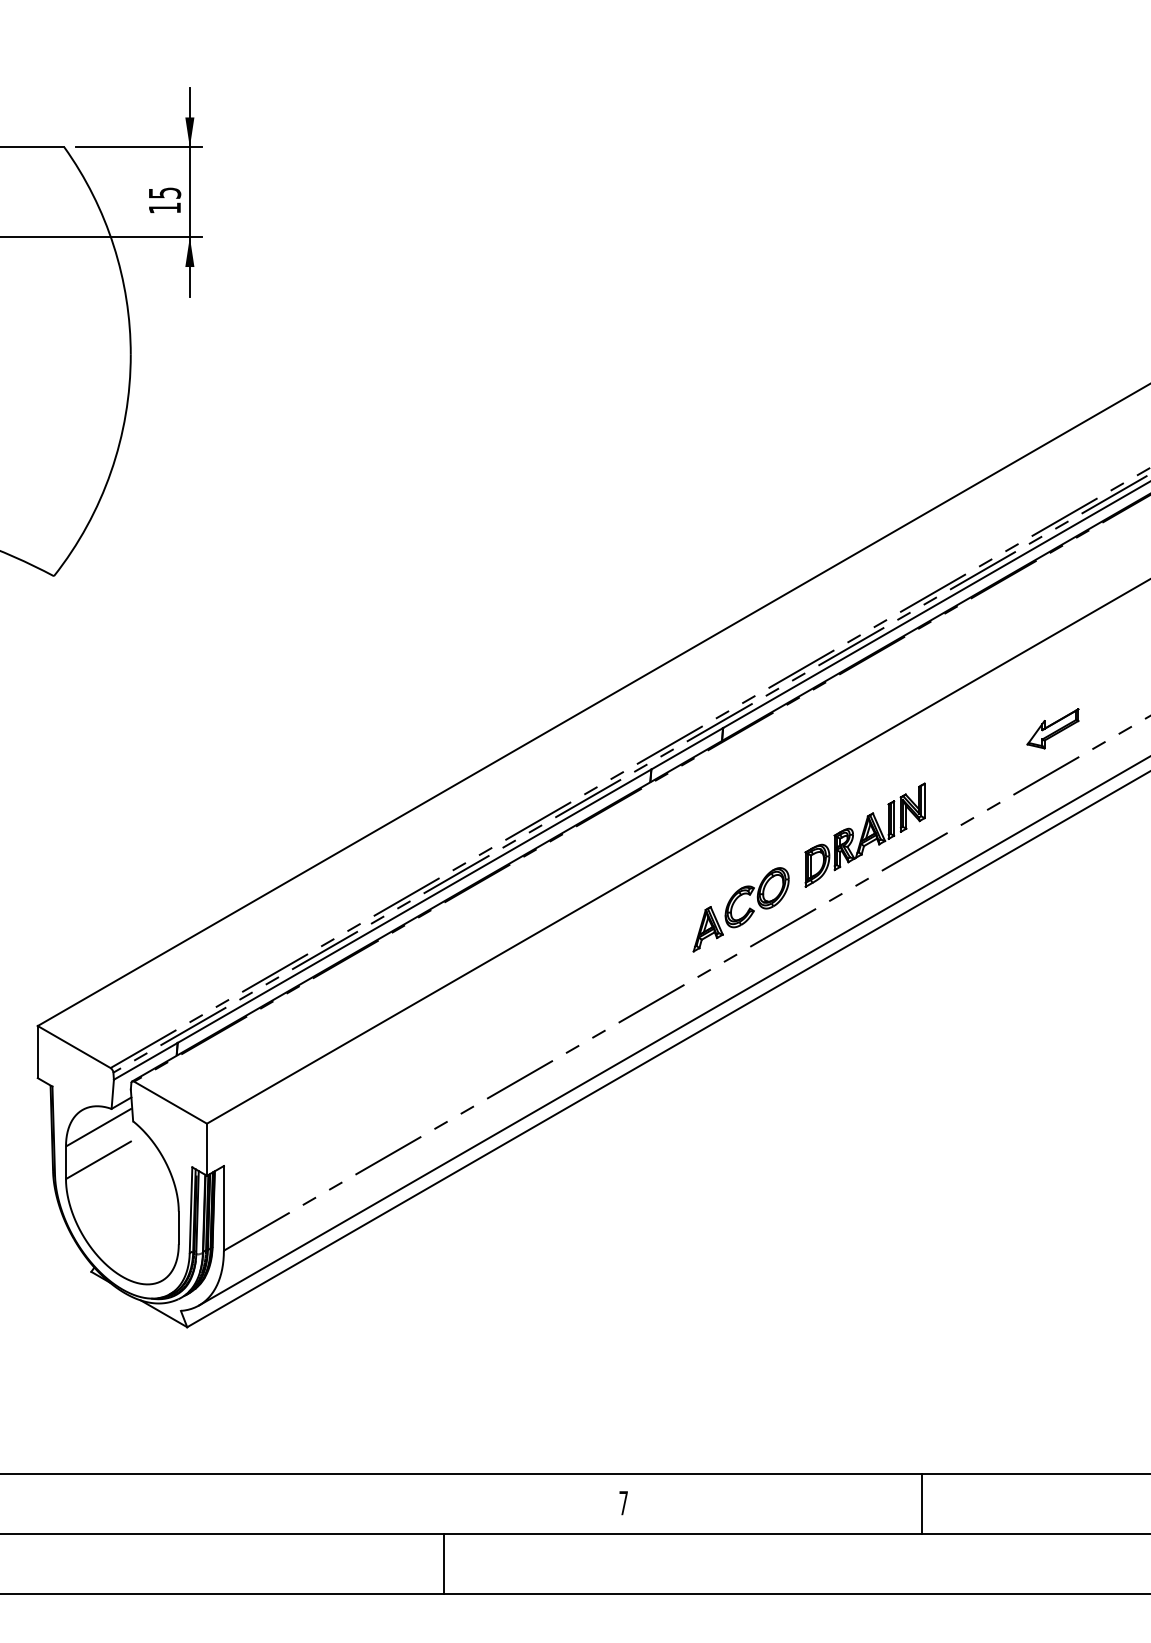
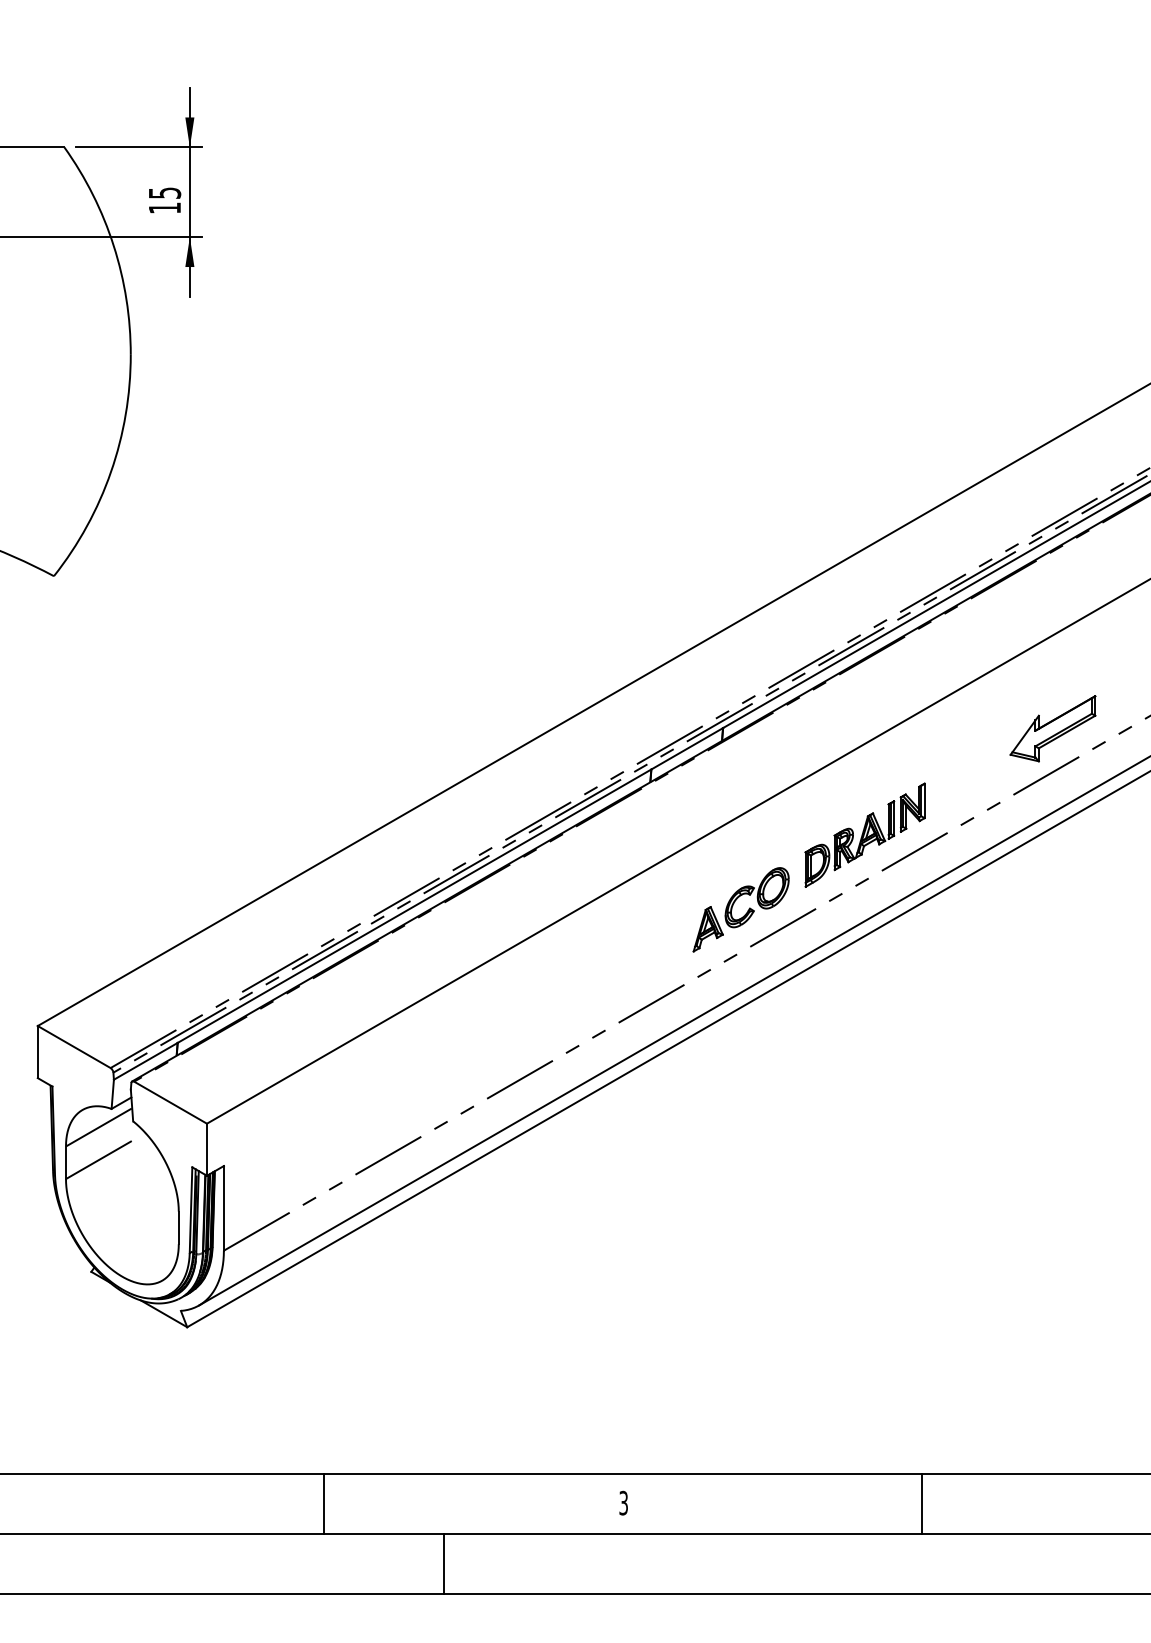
part at (1052, 728) size: 54x42 px -> 88x68 px
text at (623, 1502): 7 -> 3
line at (324, 1503): none -> present
